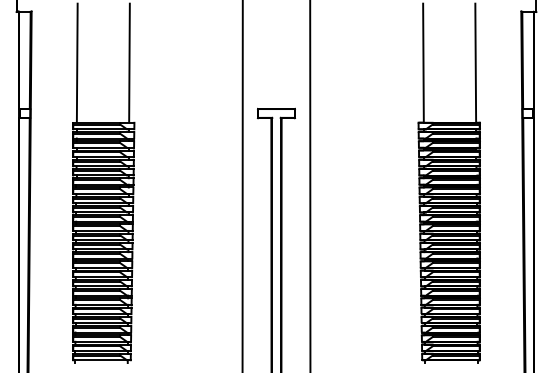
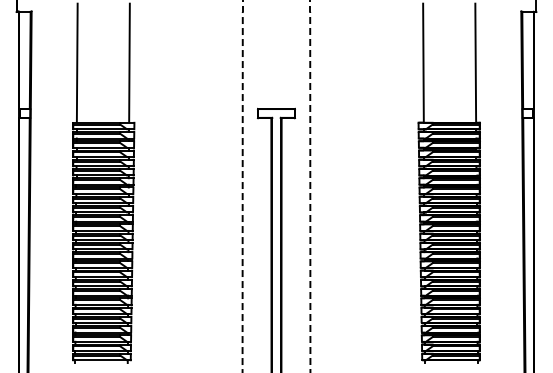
line at (242, 185): solid -> dashed
line at (310, 186): solid -> dashed
